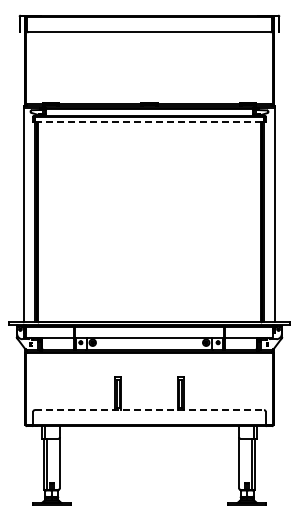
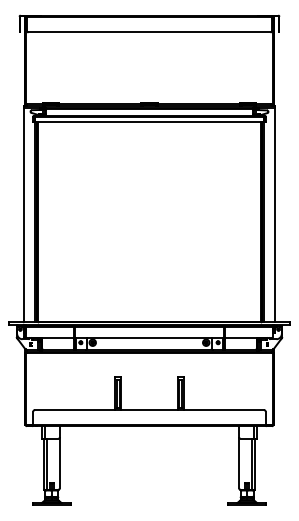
line at (149, 121): dashed -> solid
line at (149, 410): dashed -> solid
